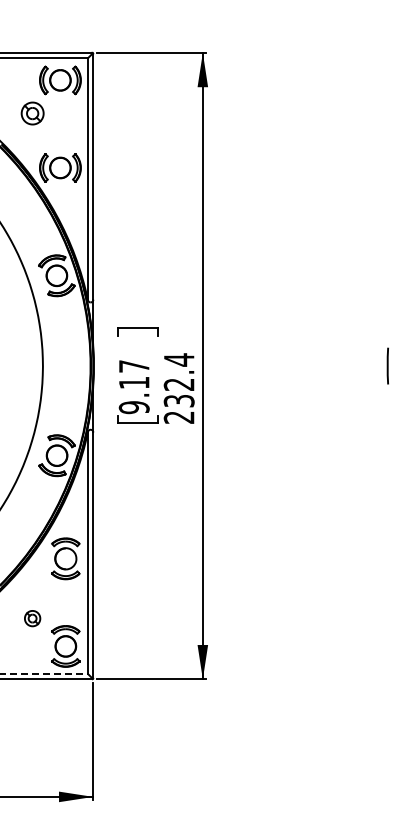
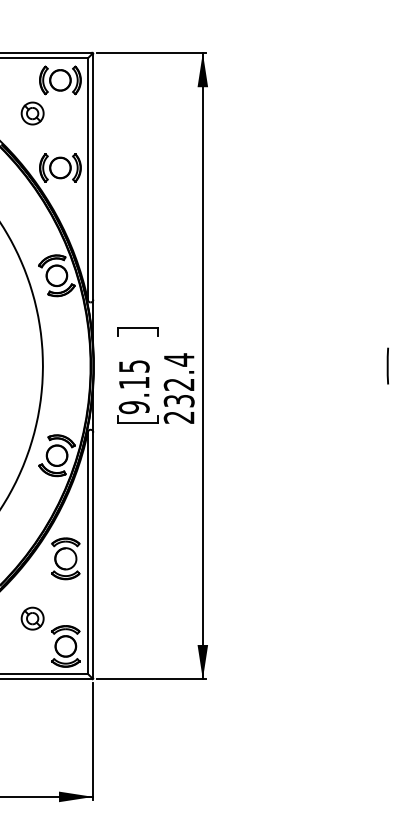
text at (134, 366): 9.17 -> 9.15
part at (32, 618) size: 18x18 px -> 25x25 px
line at (44, 674): dashed -> solid
